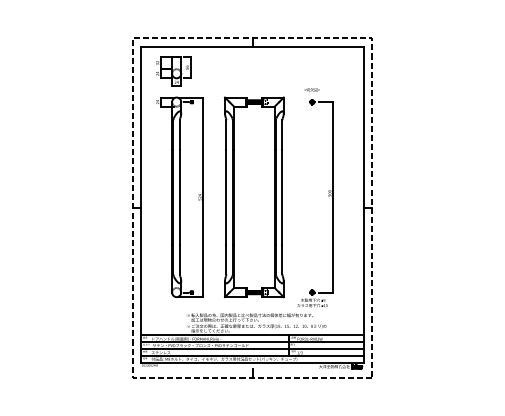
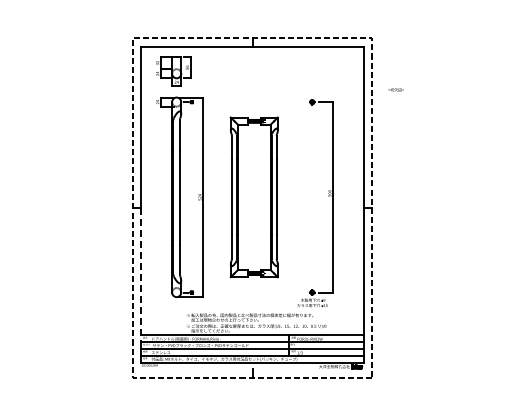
text at (311, 89) position: (311, 89) -> (395, 89)
part at (253, 197) size: 62x203 px -> 50x163 px
line at (141, 275): solid -> dashed
